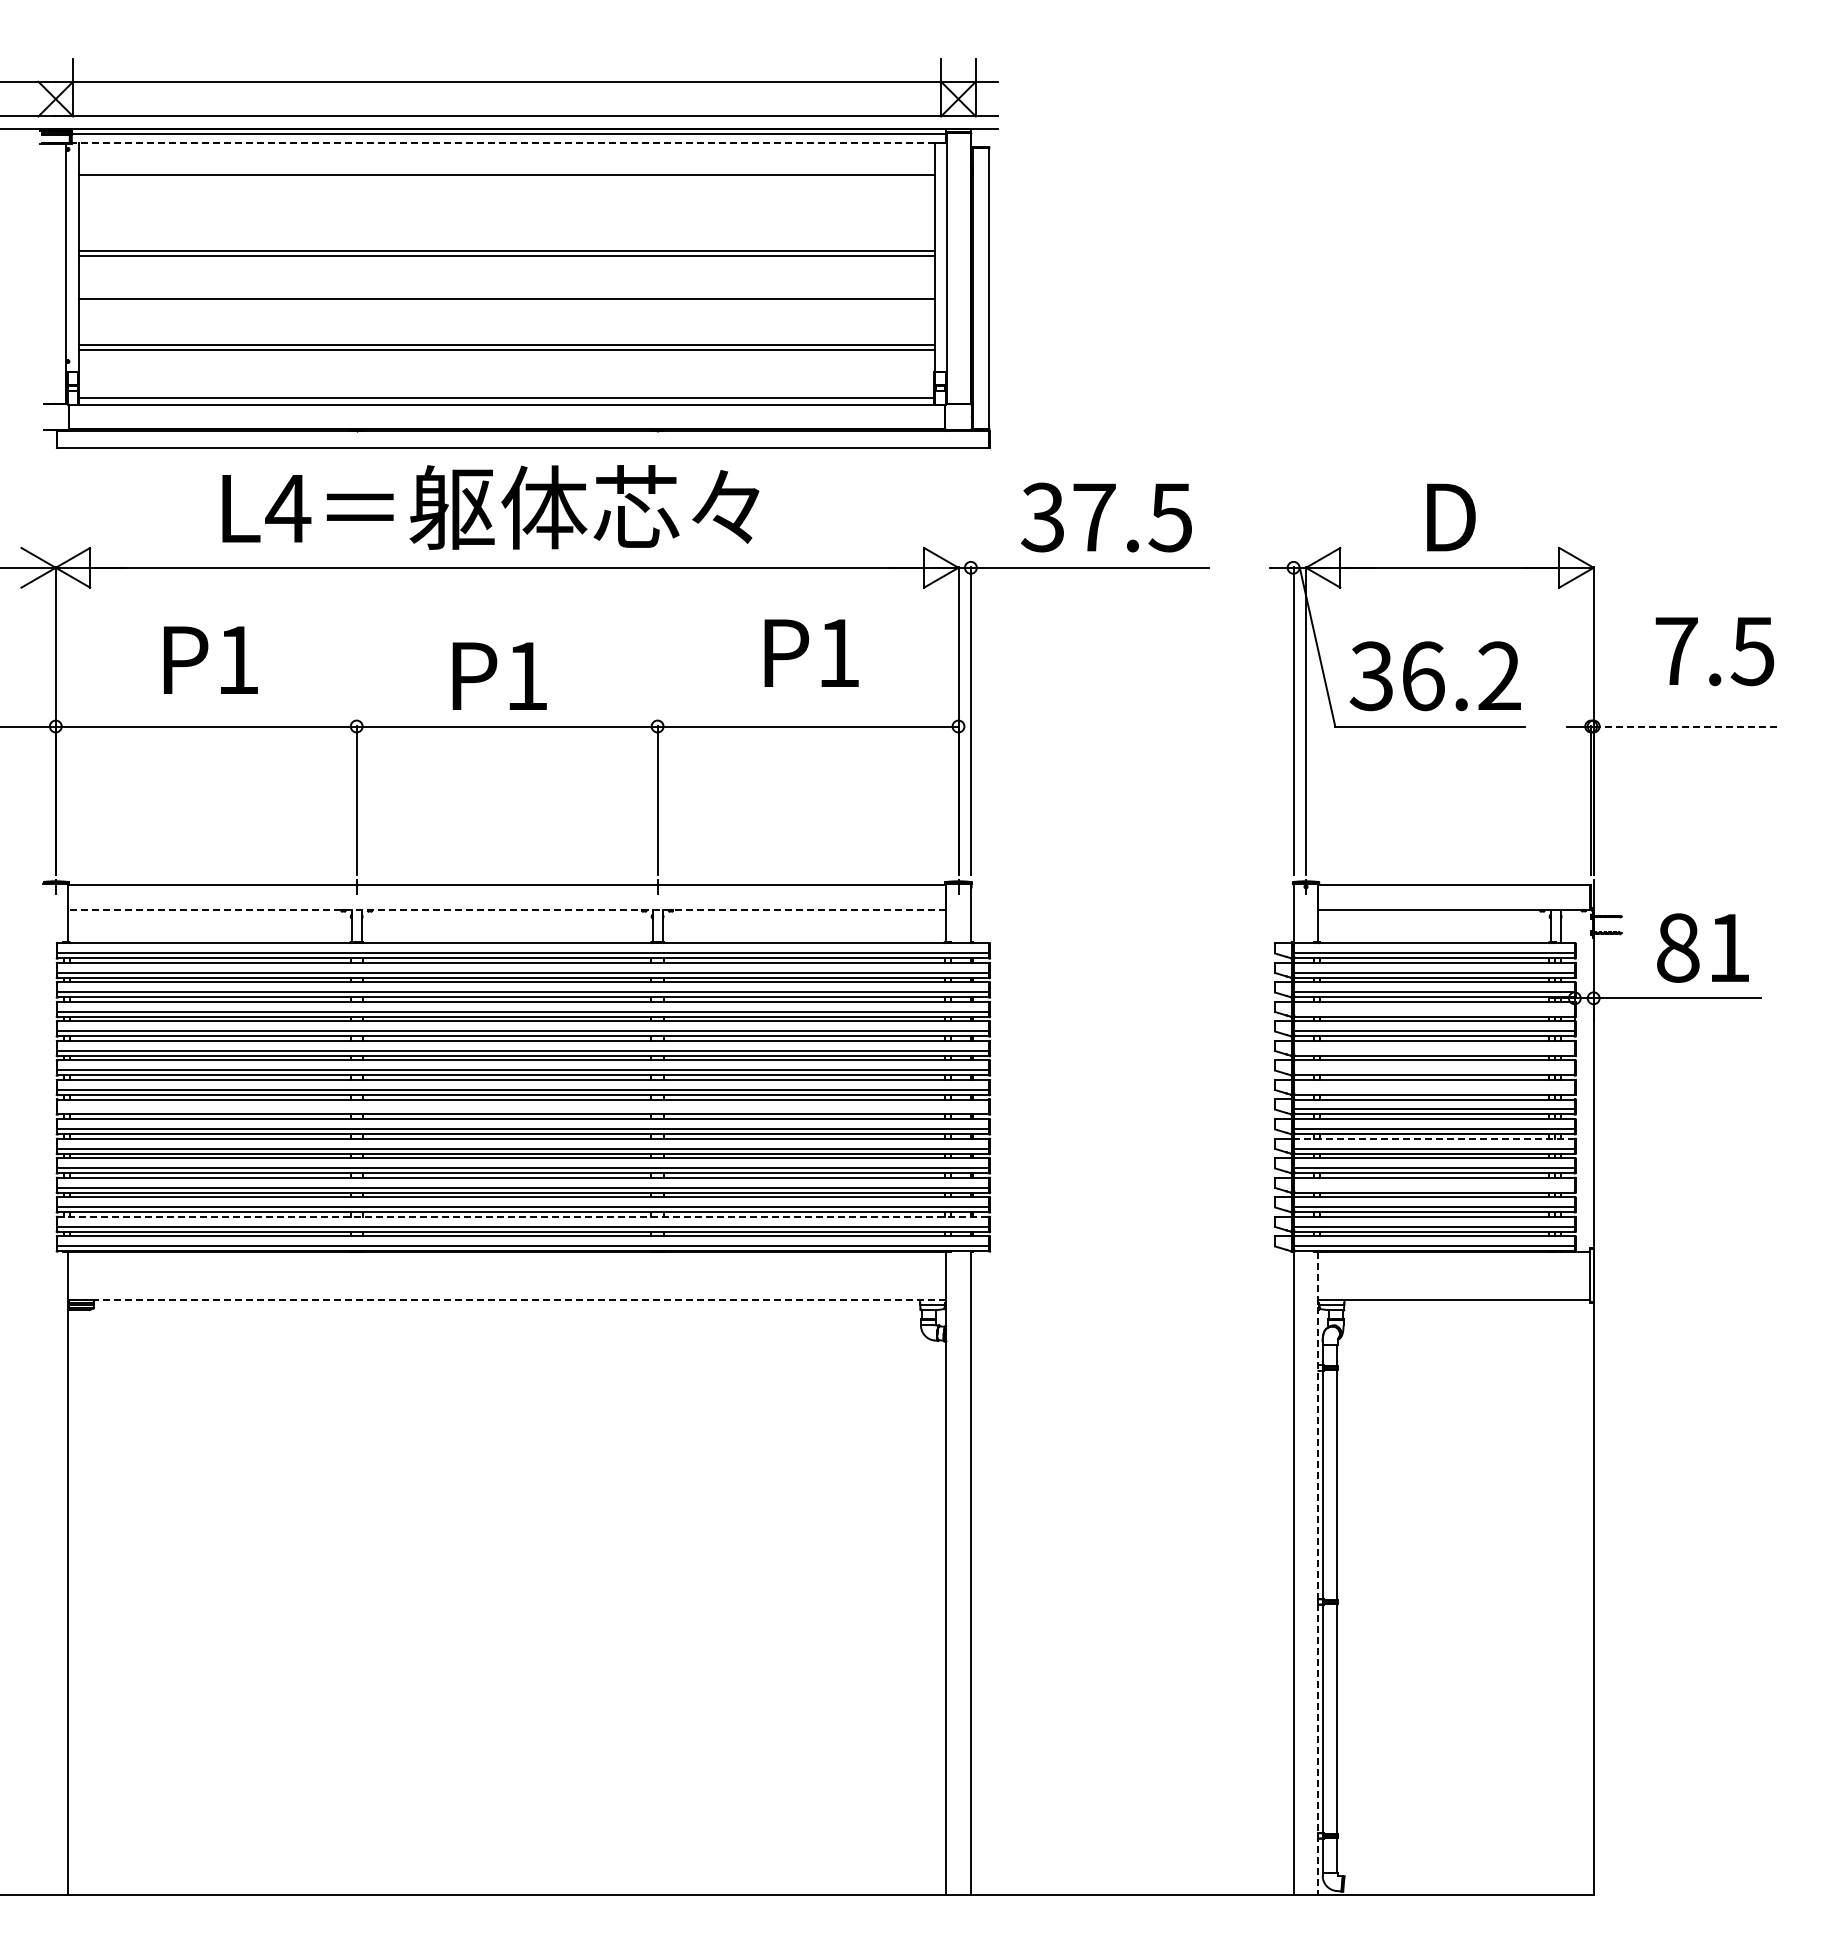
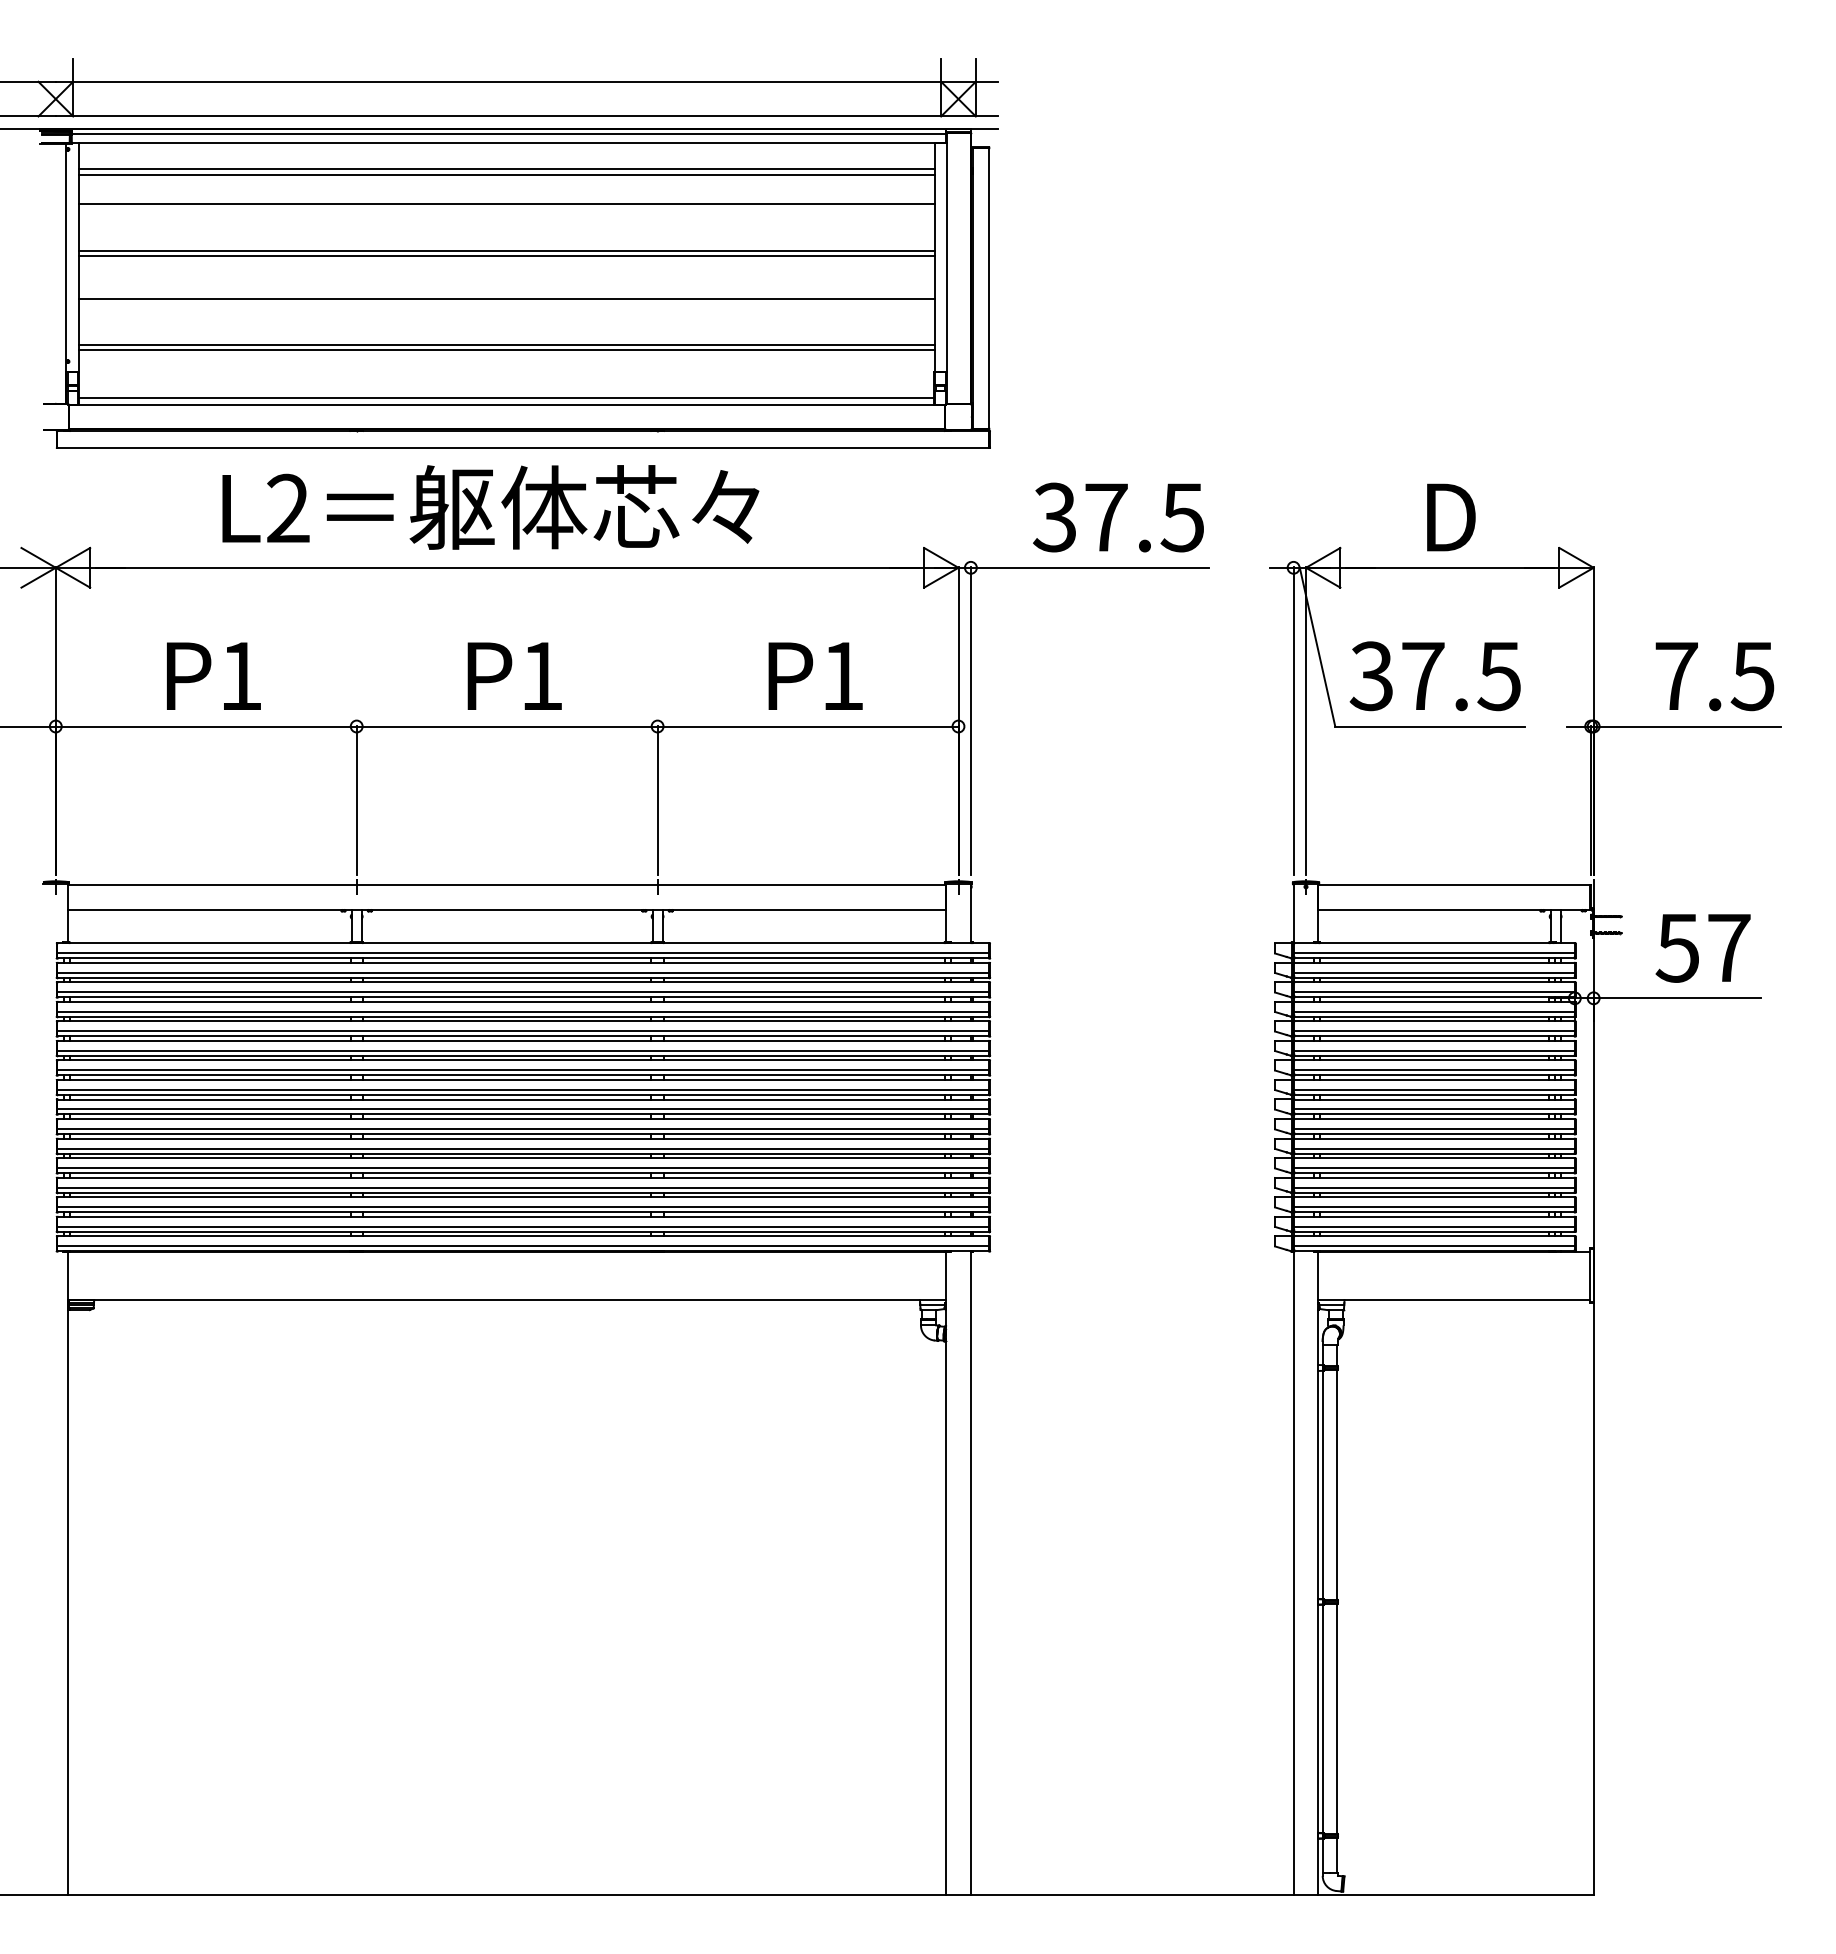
line at (508, 142): dashed -> solid
line at (506, 169): none -> present
line at (506, 204): none -> present
text at (288, 507): L4 -> L2
text at (1106, 517) position: (1106, 517) -> (1118, 517)
text at (1714, 651) position: (1714, 651) -> (1714, 676)
text at (811, 652) position: (811, 652) -> (815, 675)
text at (210, 659) position: (210, 659) -> (213, 675)
text at (499, 675) position: (499, 675) -> (514, 675)
text at (1461, 676): 36.2 -> 37.5
line at (1687, 726): dashed -> solid
line at (507, 910): dashed -> solid
text at (1702, 947): 81 -> 57
line at (1434, 1011): none -> present
line at (1434, 1050): none -> present
line at (1434, 1070): none -> present
line at (1434, 1089): none -> present
line at (523, 1109): none -> present
line at (1434, 1138): dashed -> solid
line at (1434, 1187): none -> present
line at (523, 1216): dashed -> solid
line at (507, 1300): dashed -> solid
line at (1318, 1573): dashed -> solid
